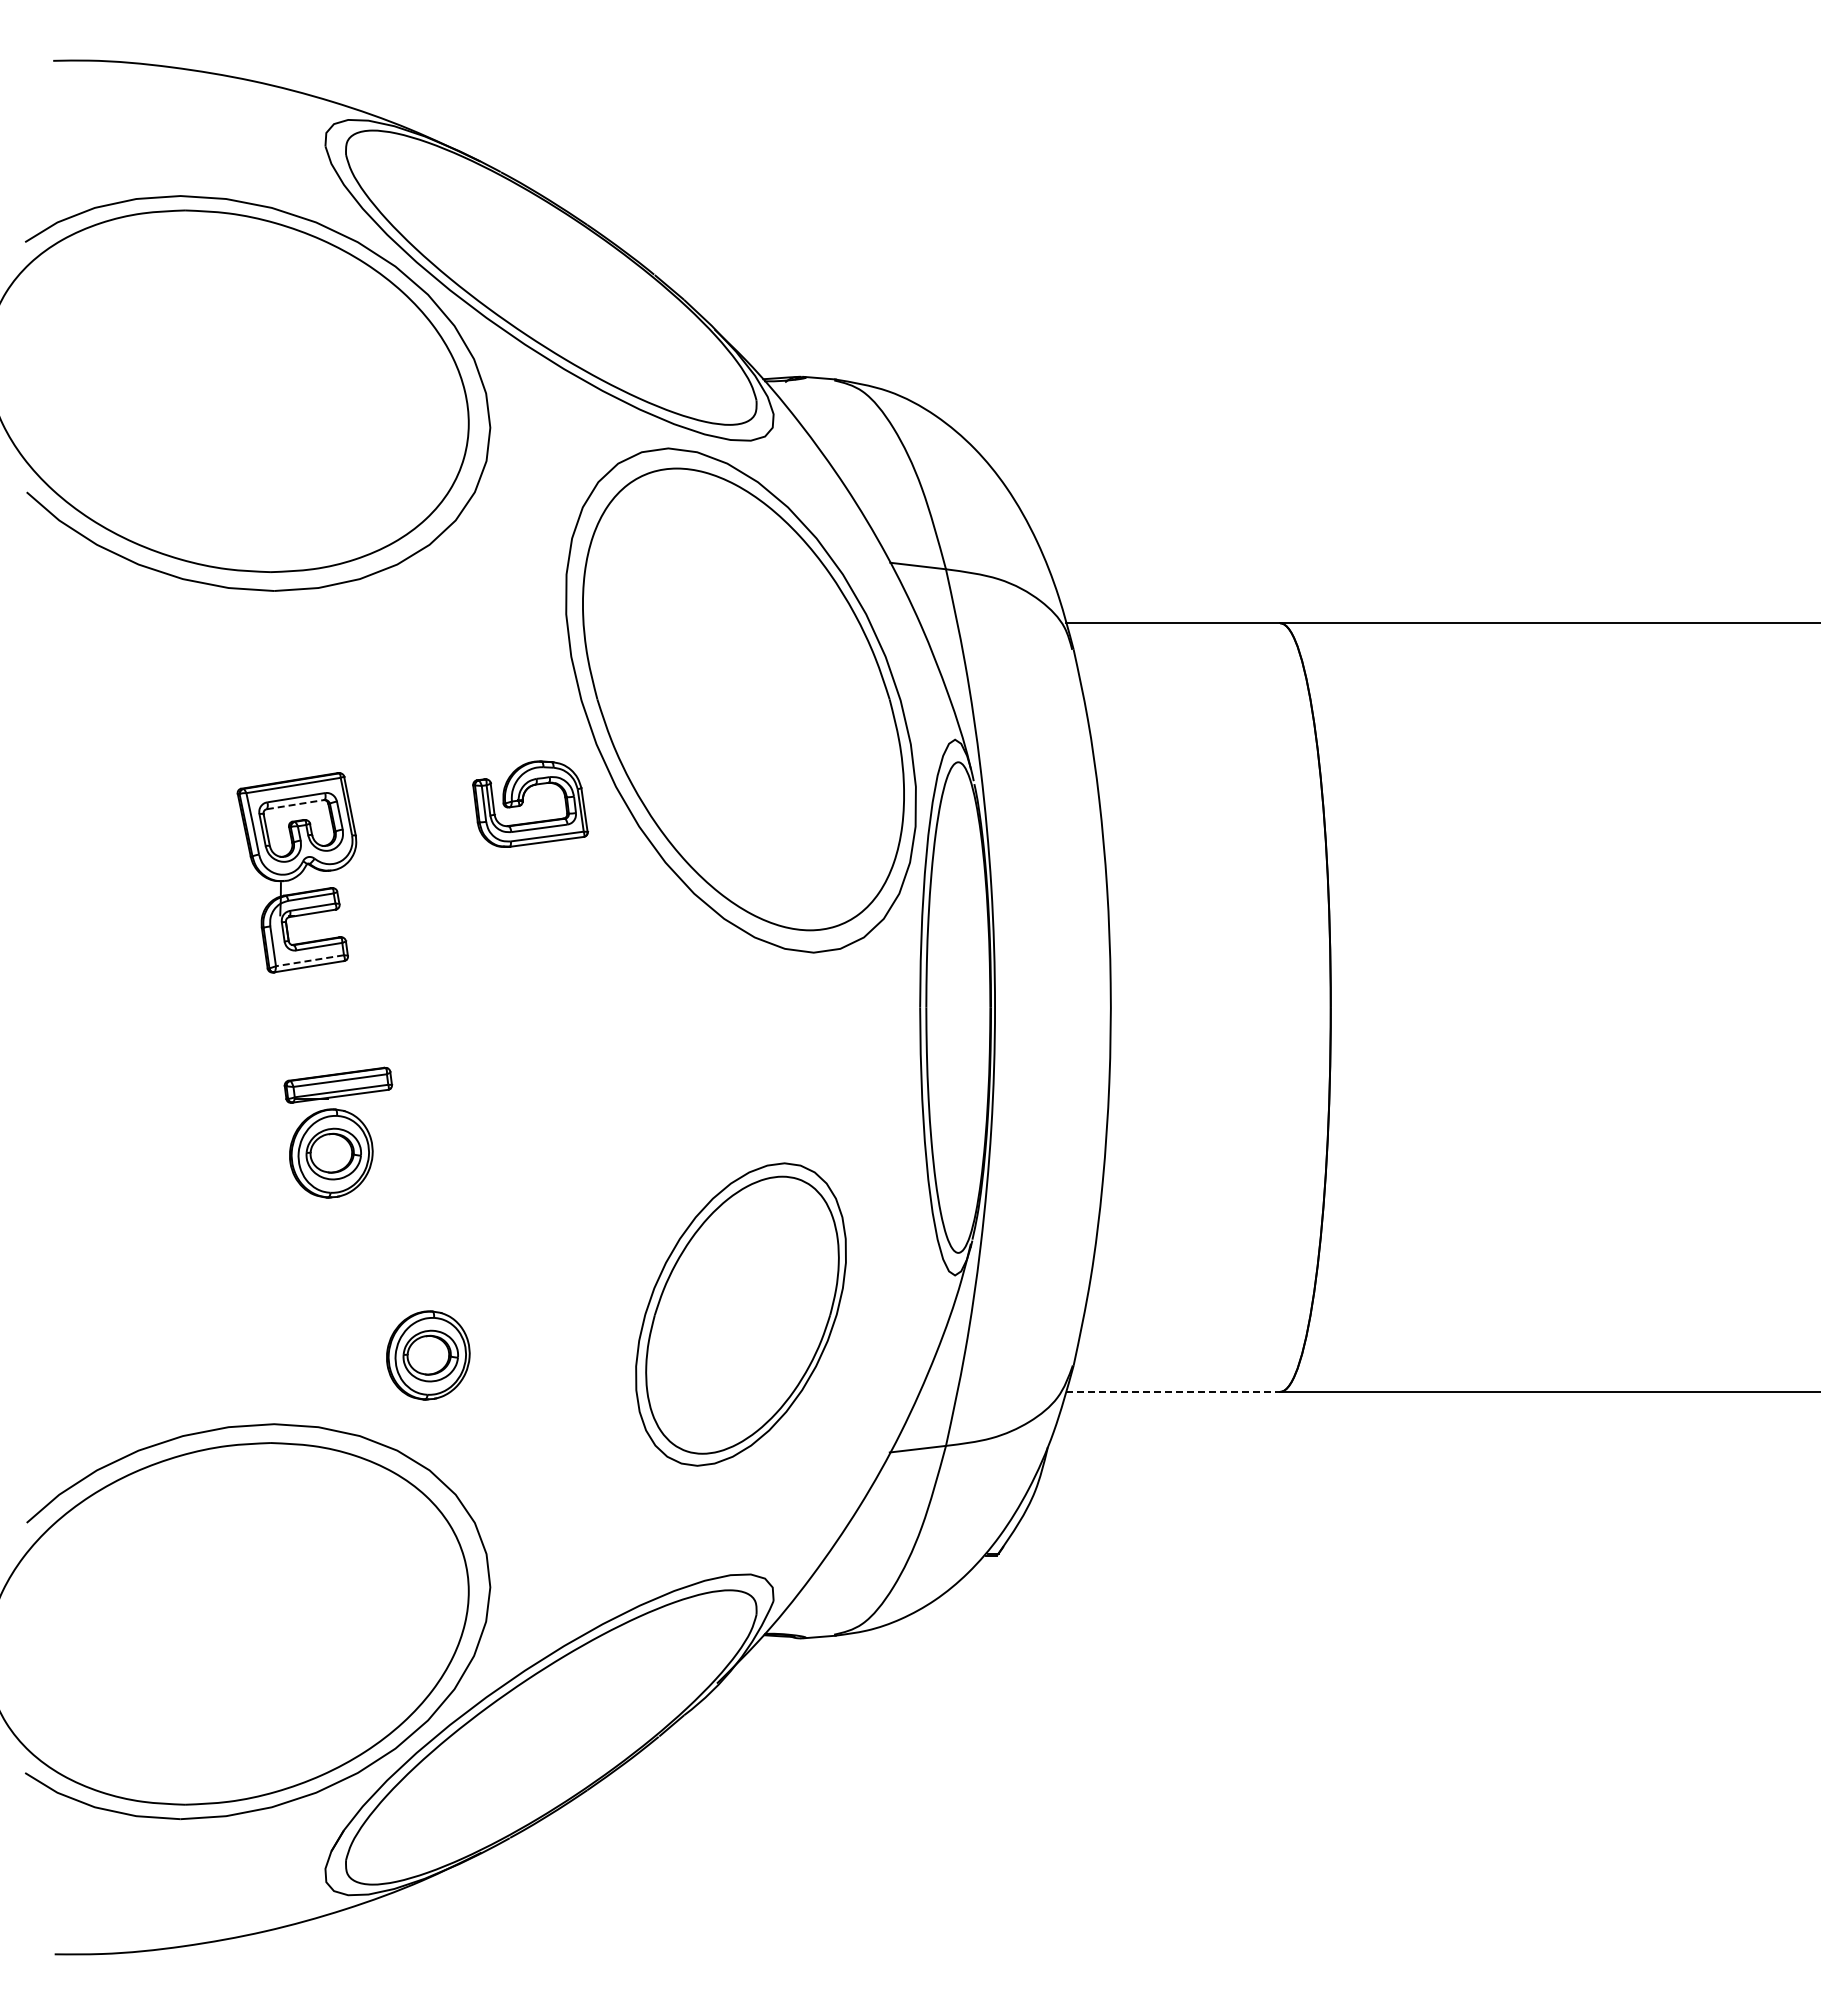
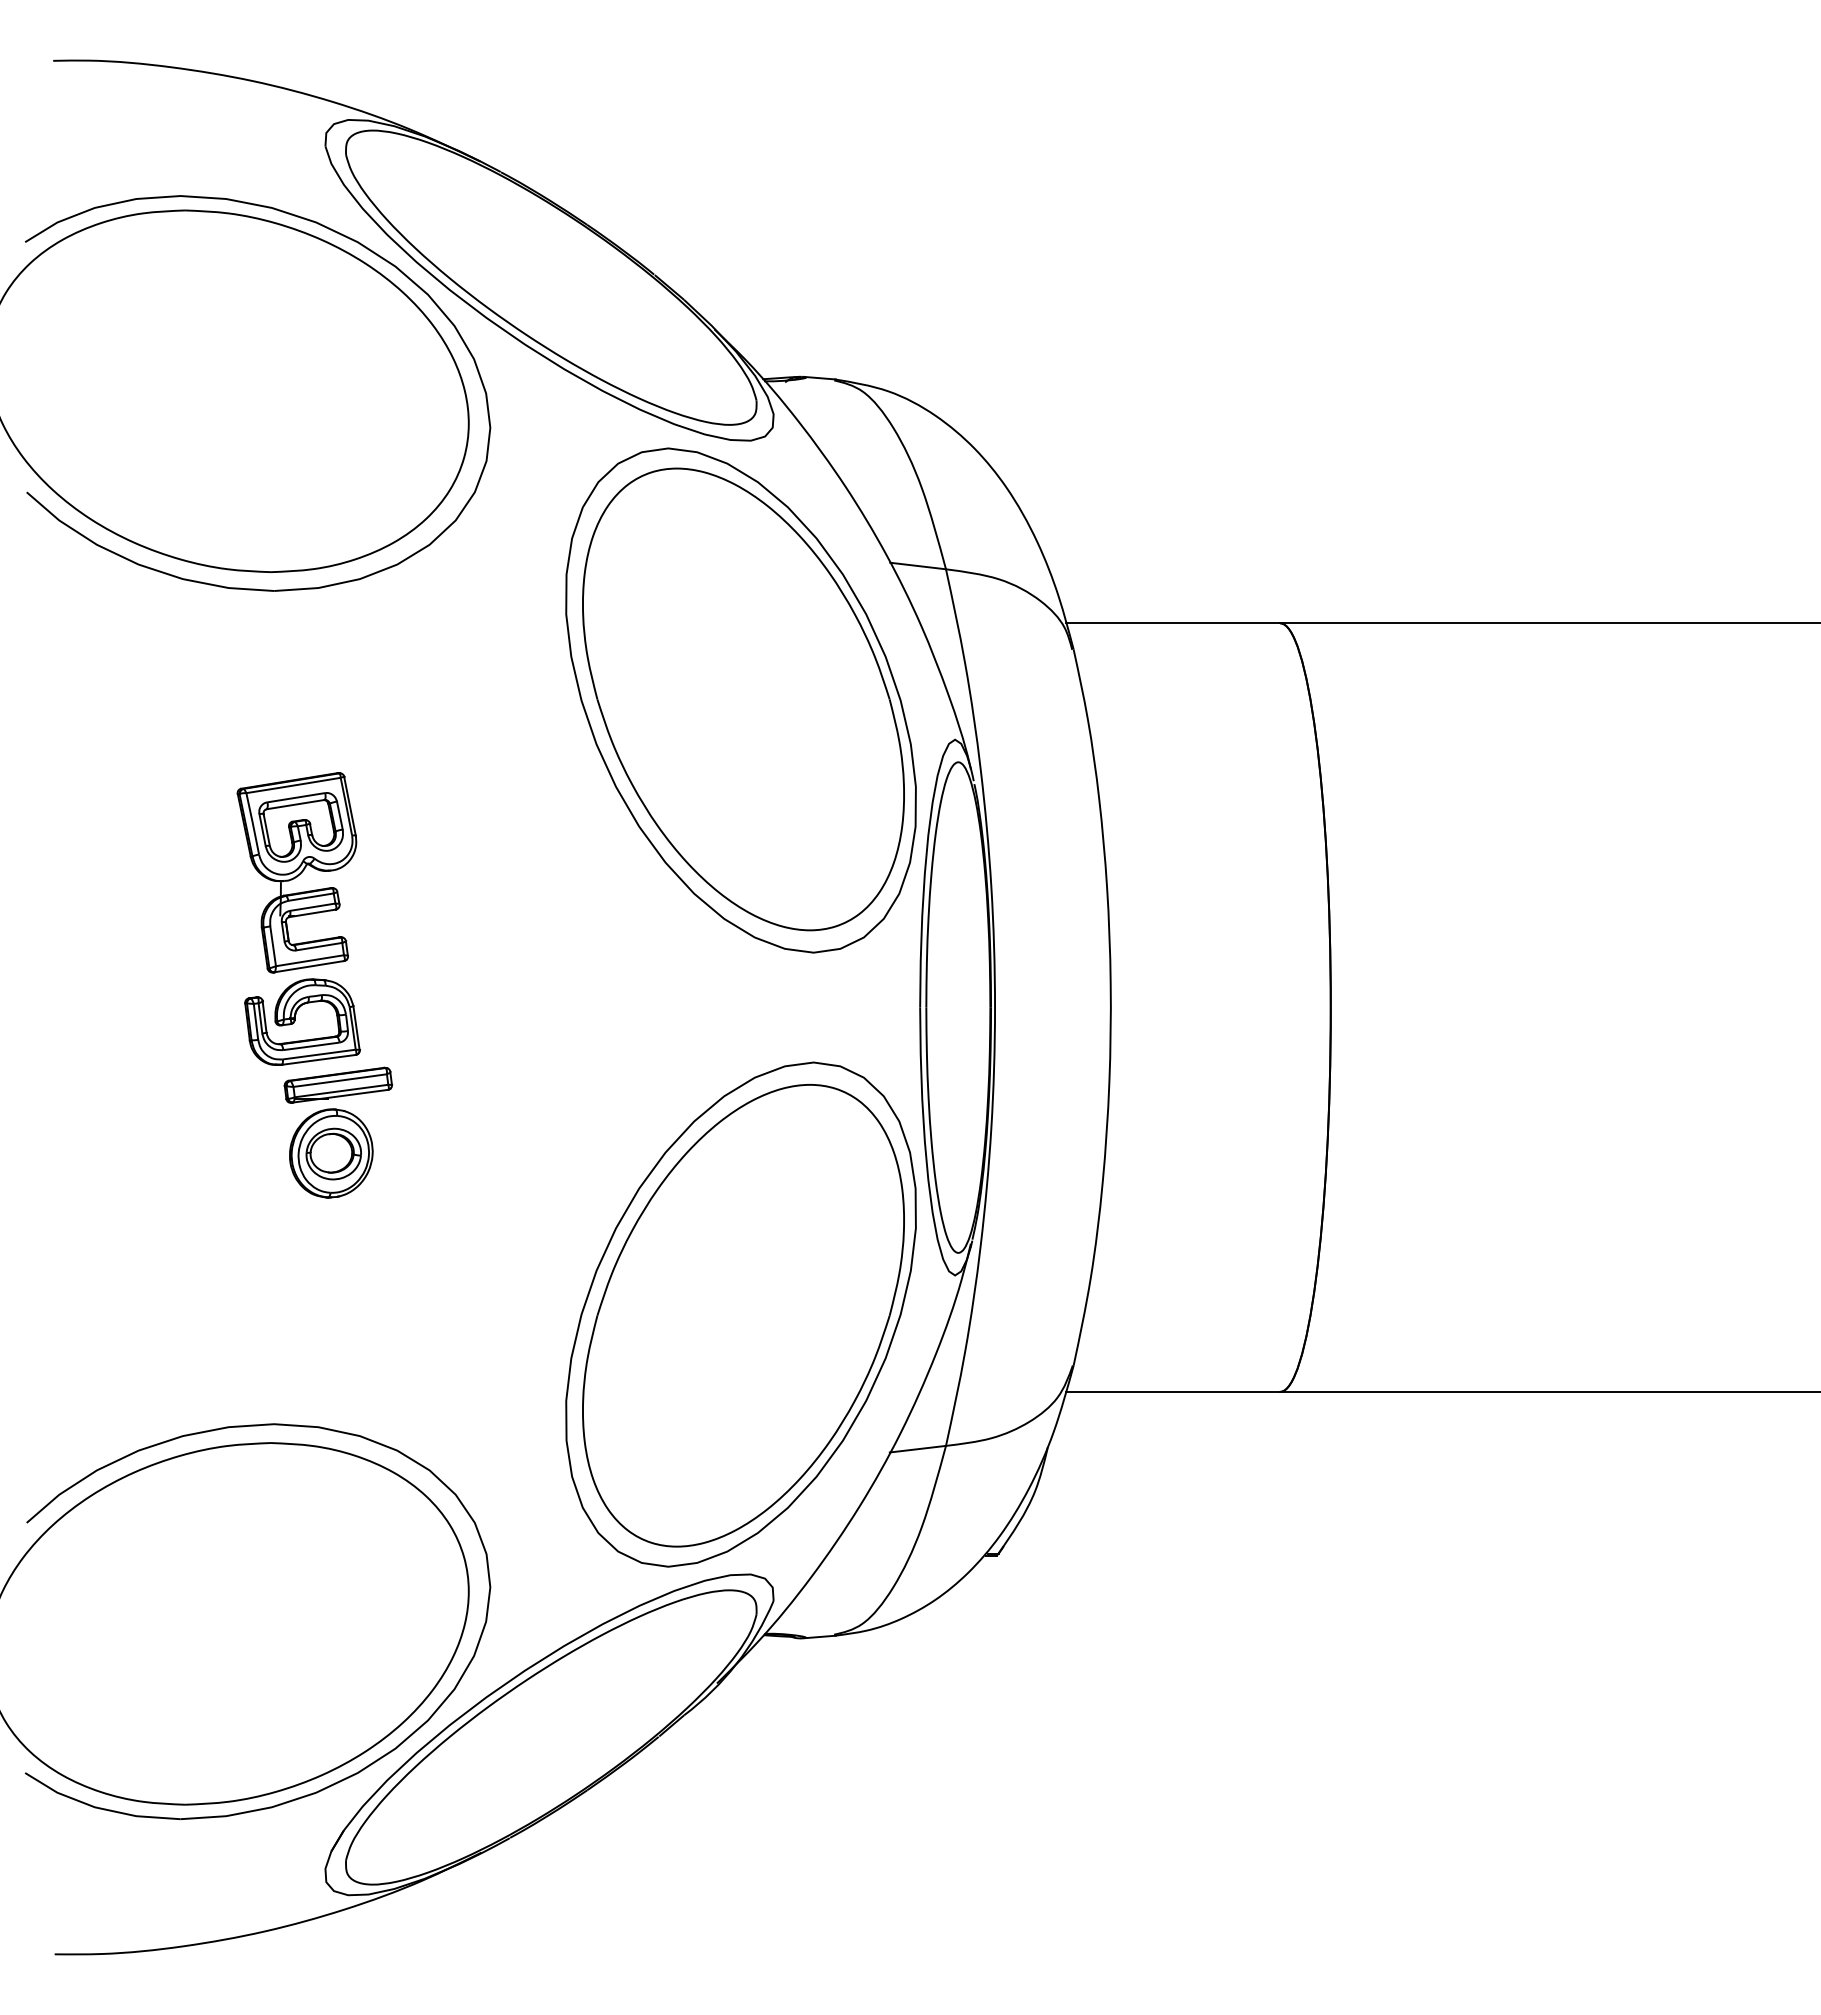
part at (523, 803) position: (523, 803) -> (295, 1021)
line at (296, 804): dashed -> solid
line at (309, 960): dashed -> solid
part at (740, 1314) size: 212x305 px -> 352x507 px
part at (428, 1355): present -> none
line at (1173, 1391): dashed -> solid
